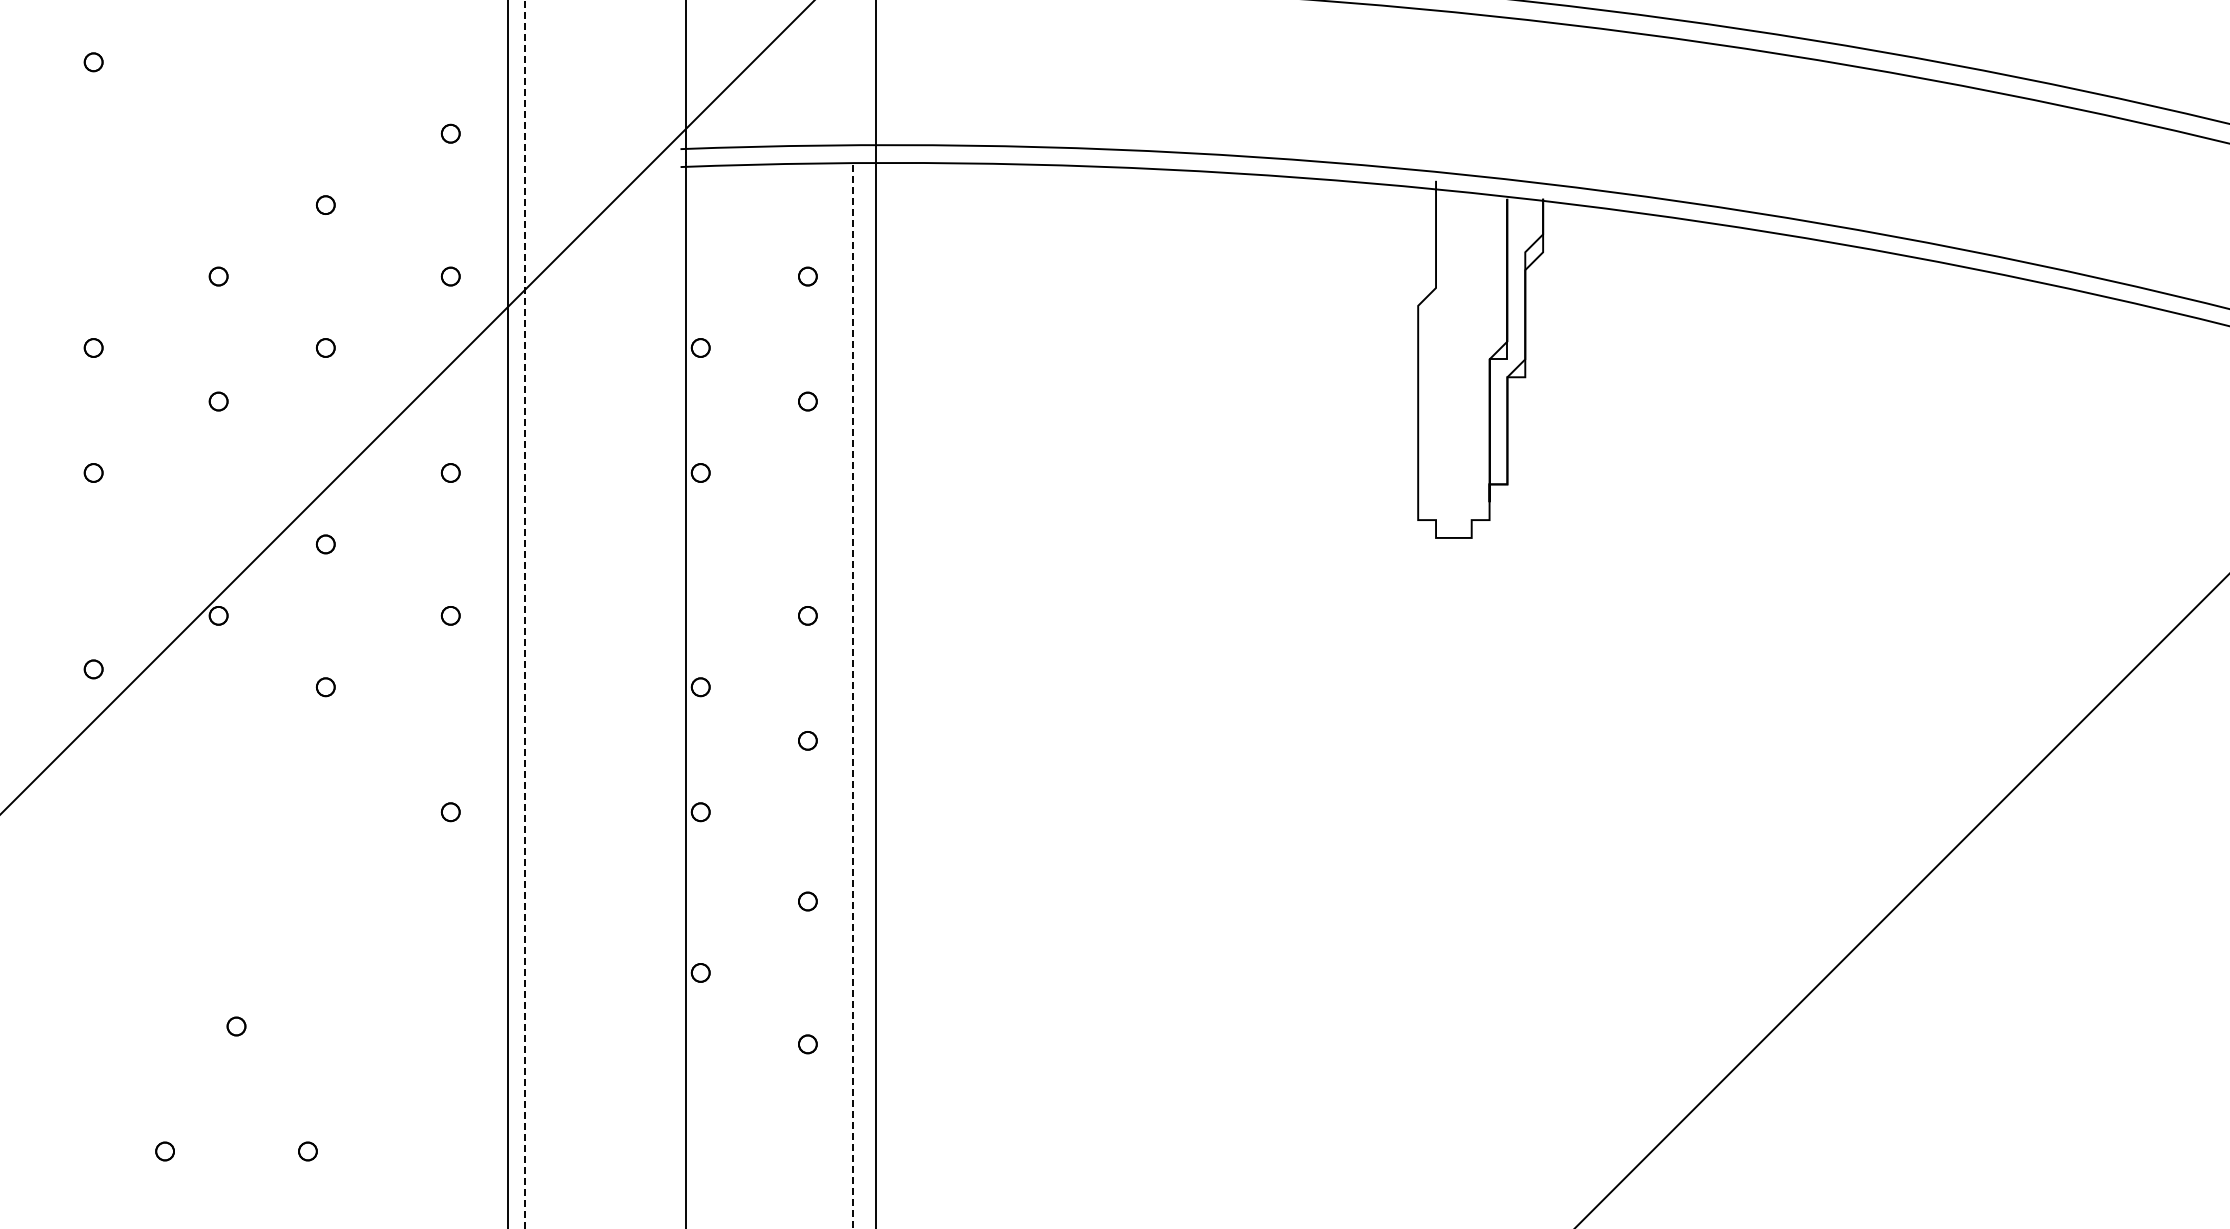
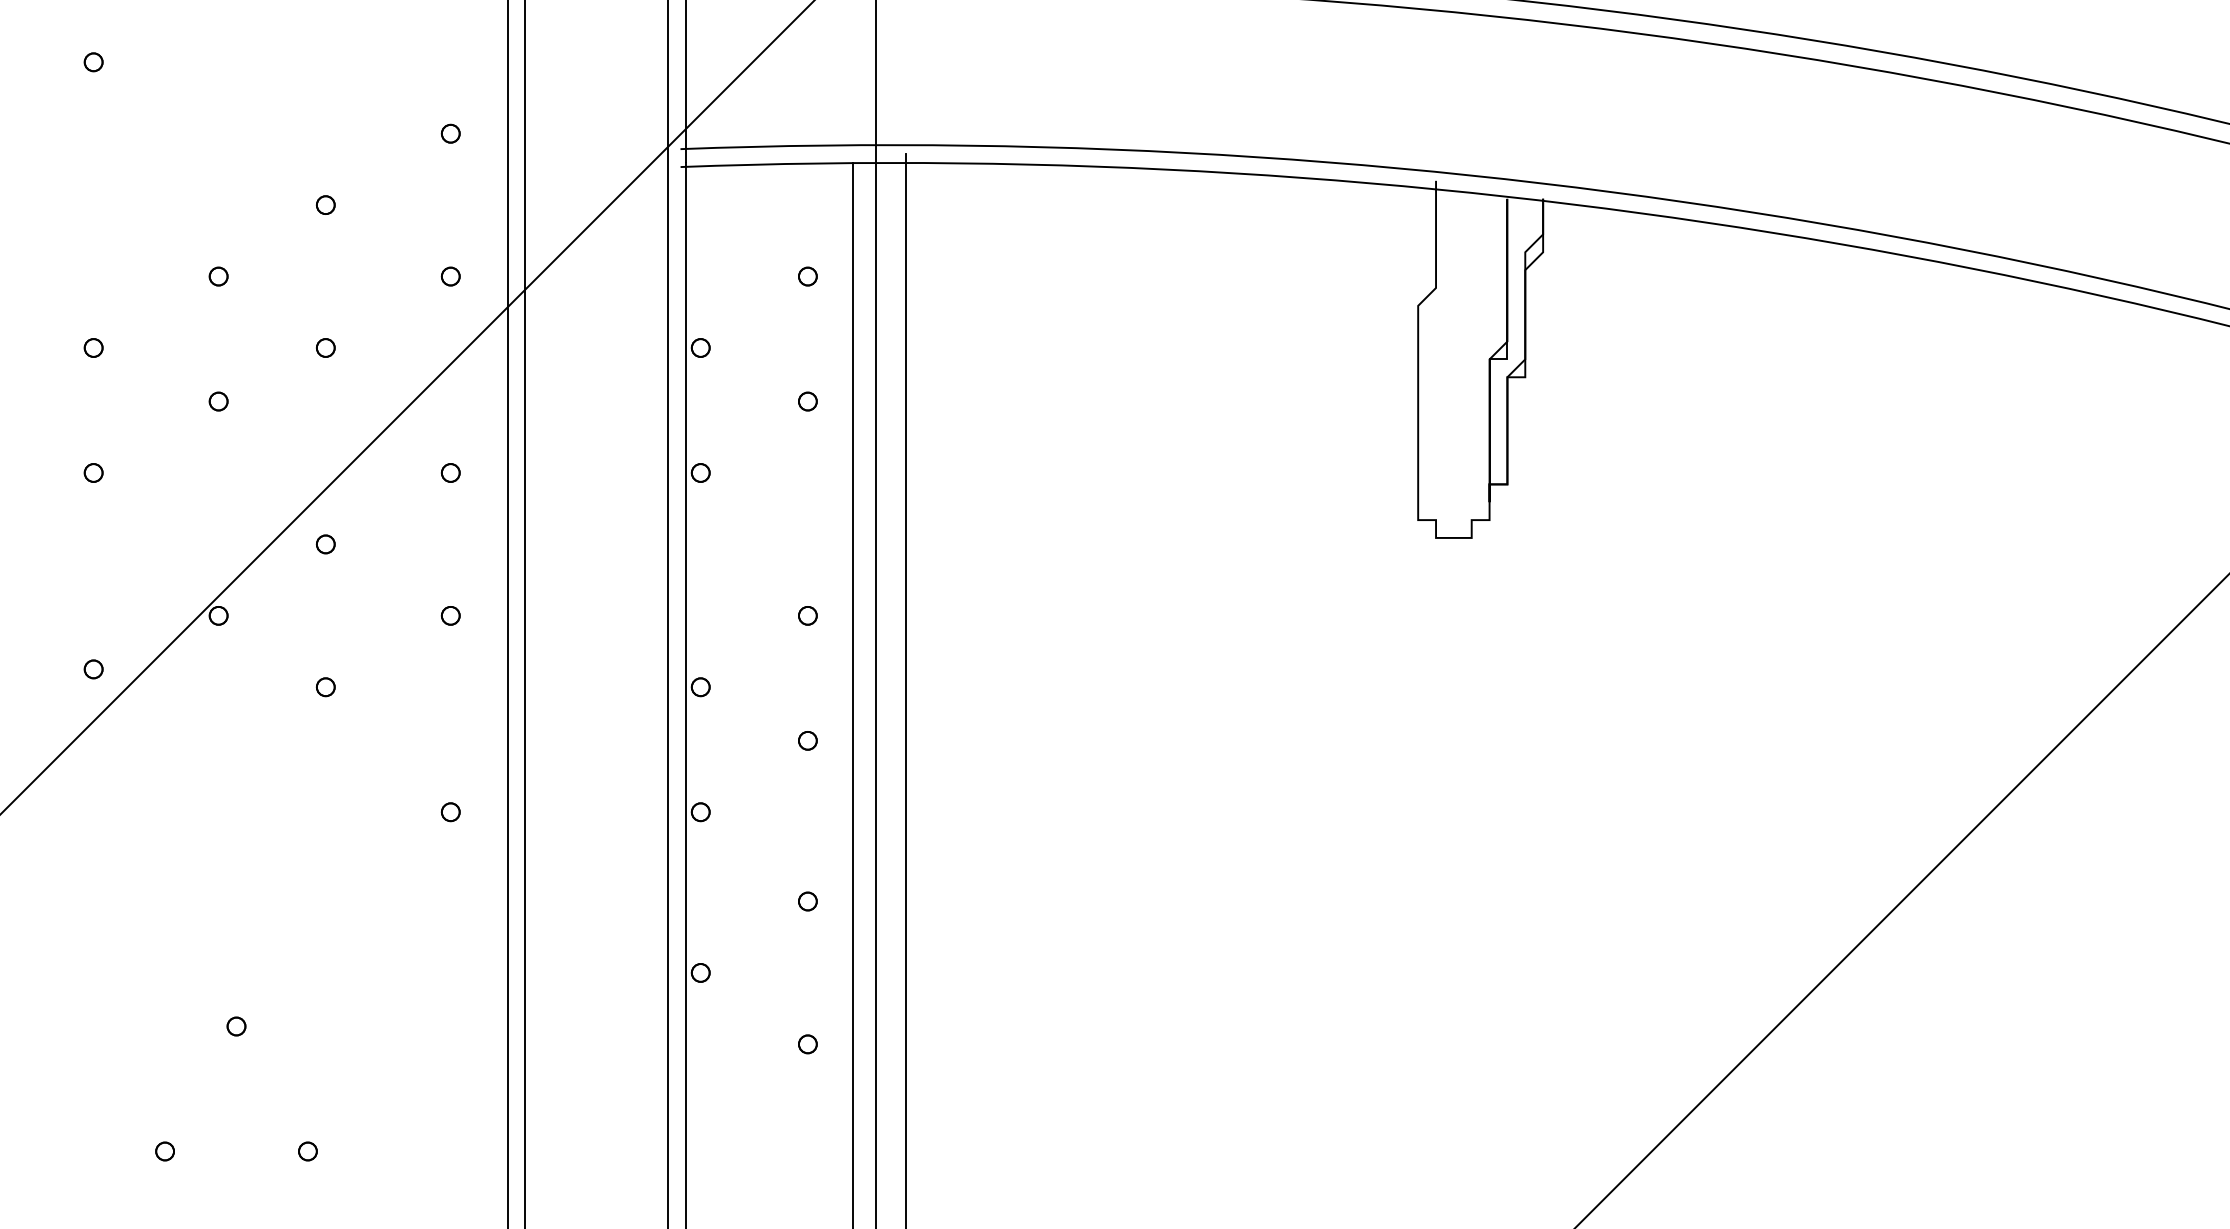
line at (668, 613): none -> present
line at (525, 614): dashed -> solid
line at (906, 689): none -> present
line at (852, 695): dashed -> solid
